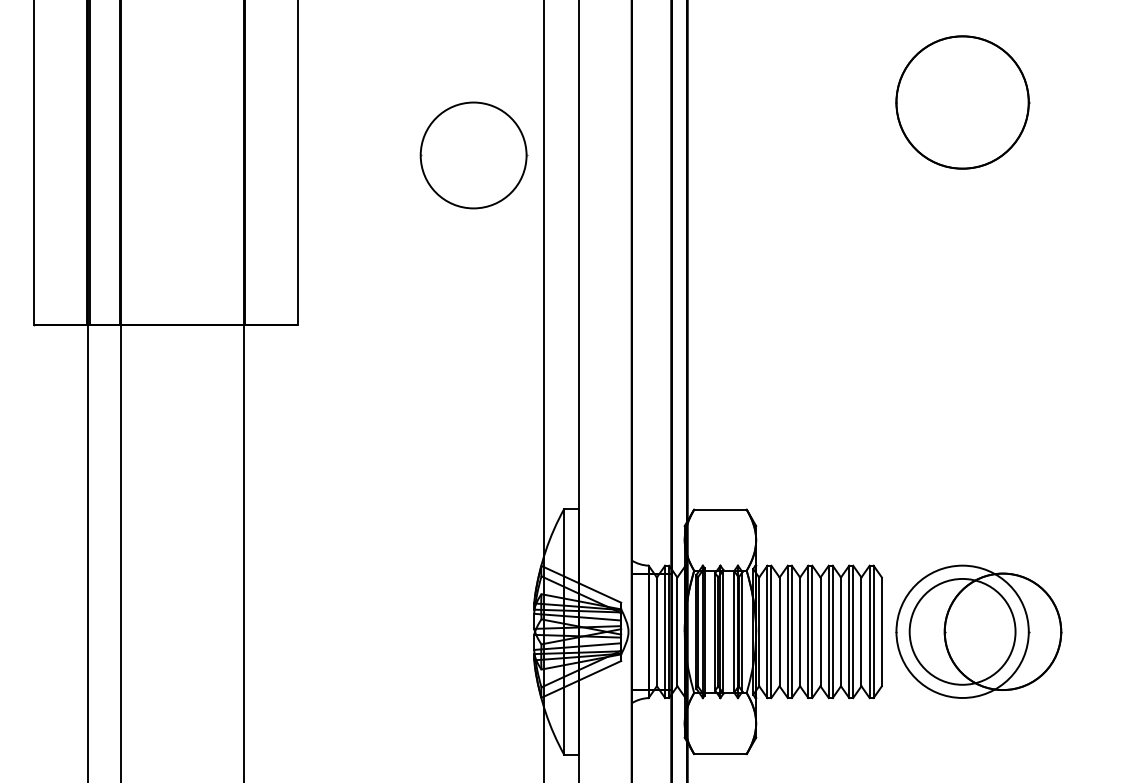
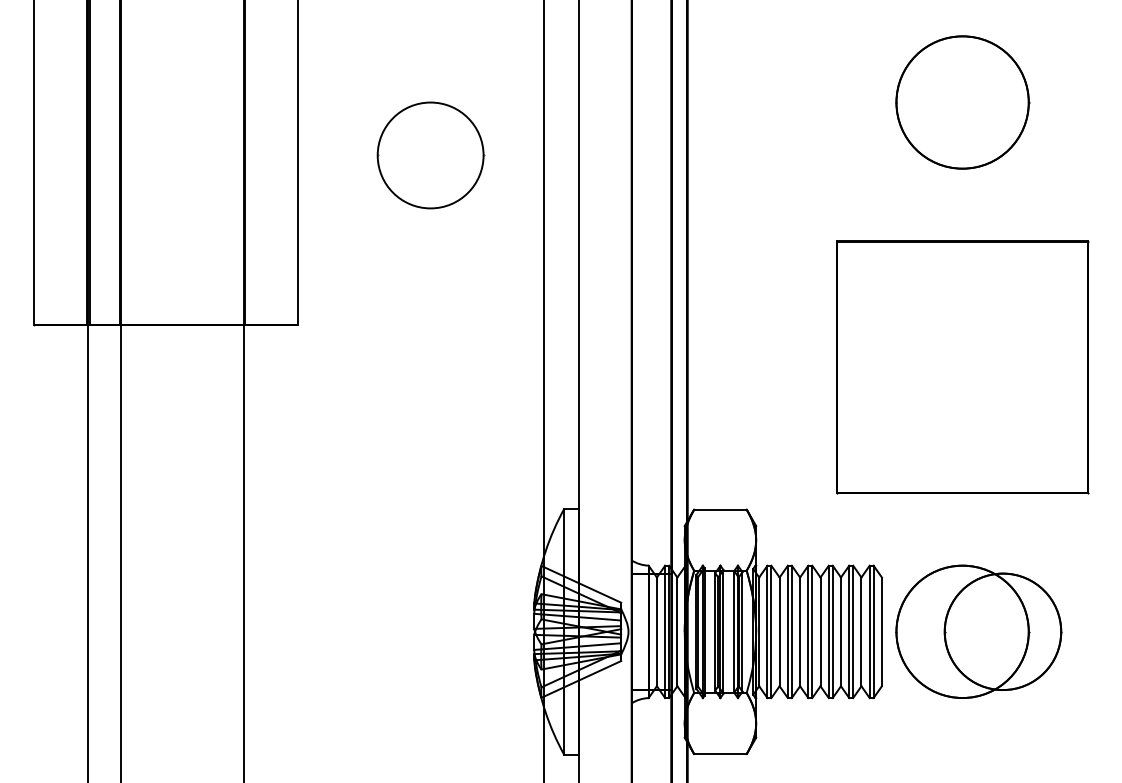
part at (473, 155) position: (473, 155) -> (430, 155)
part at (962, 367): none -> present
circle at (962, 631) diameter: 106 px -> 132 px
